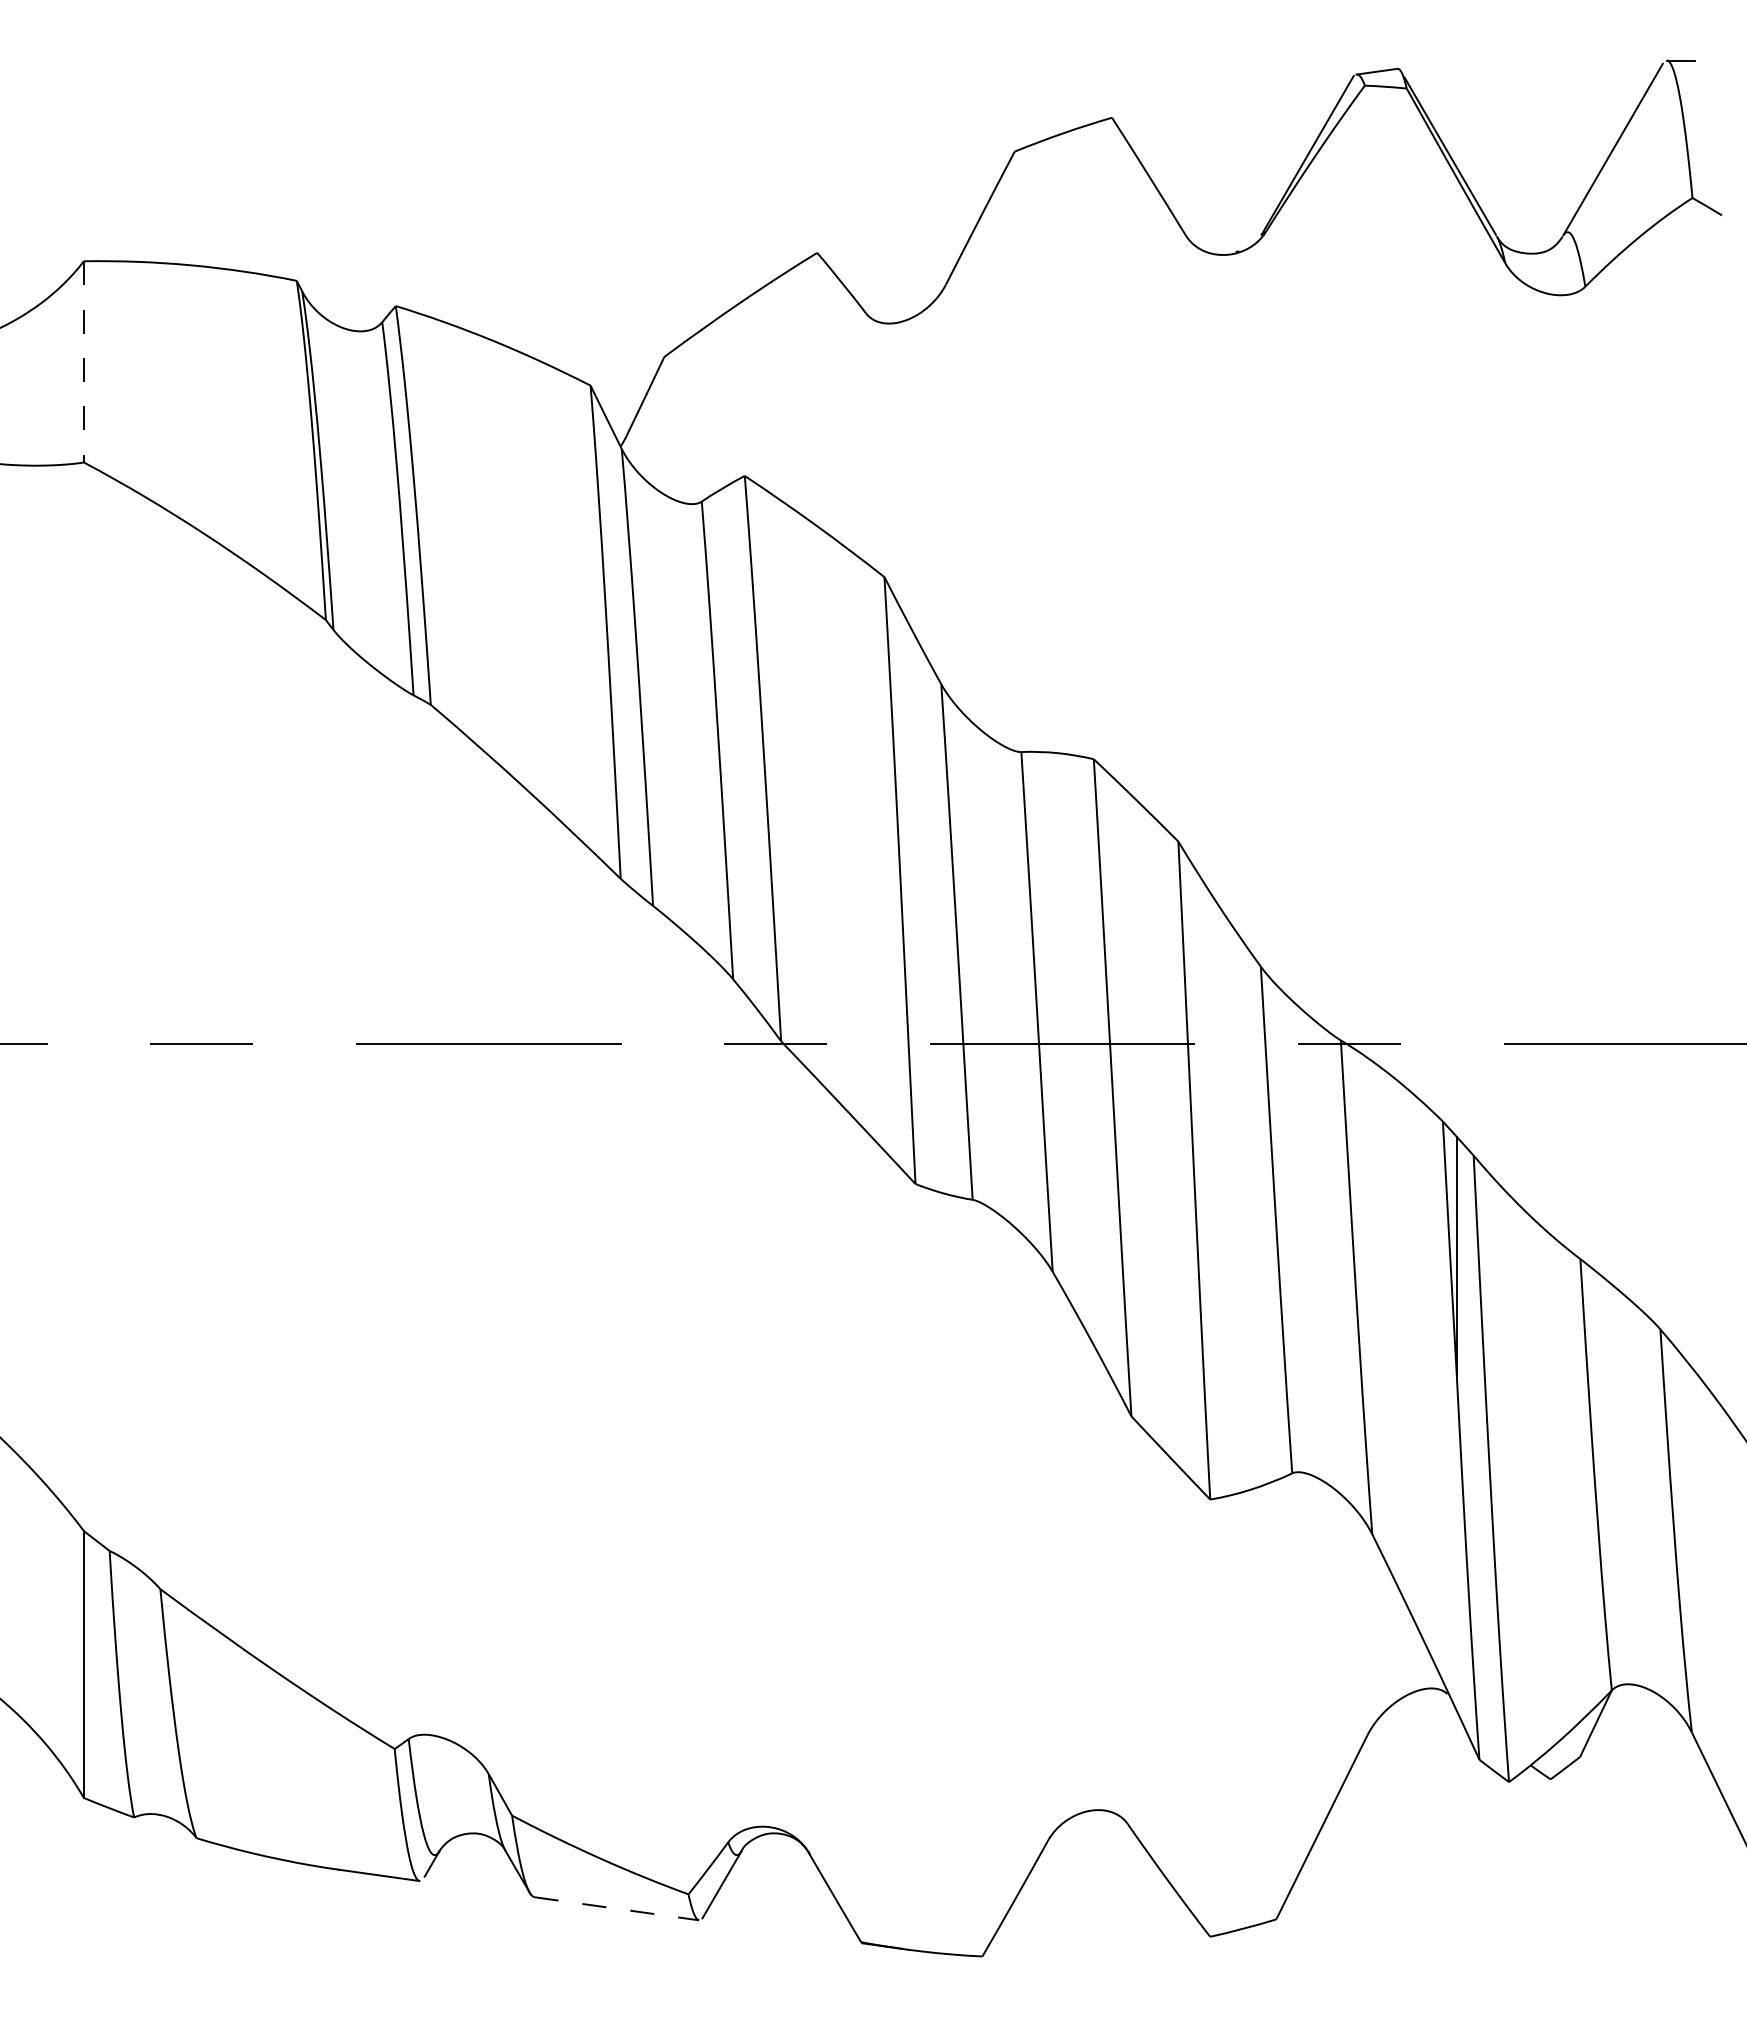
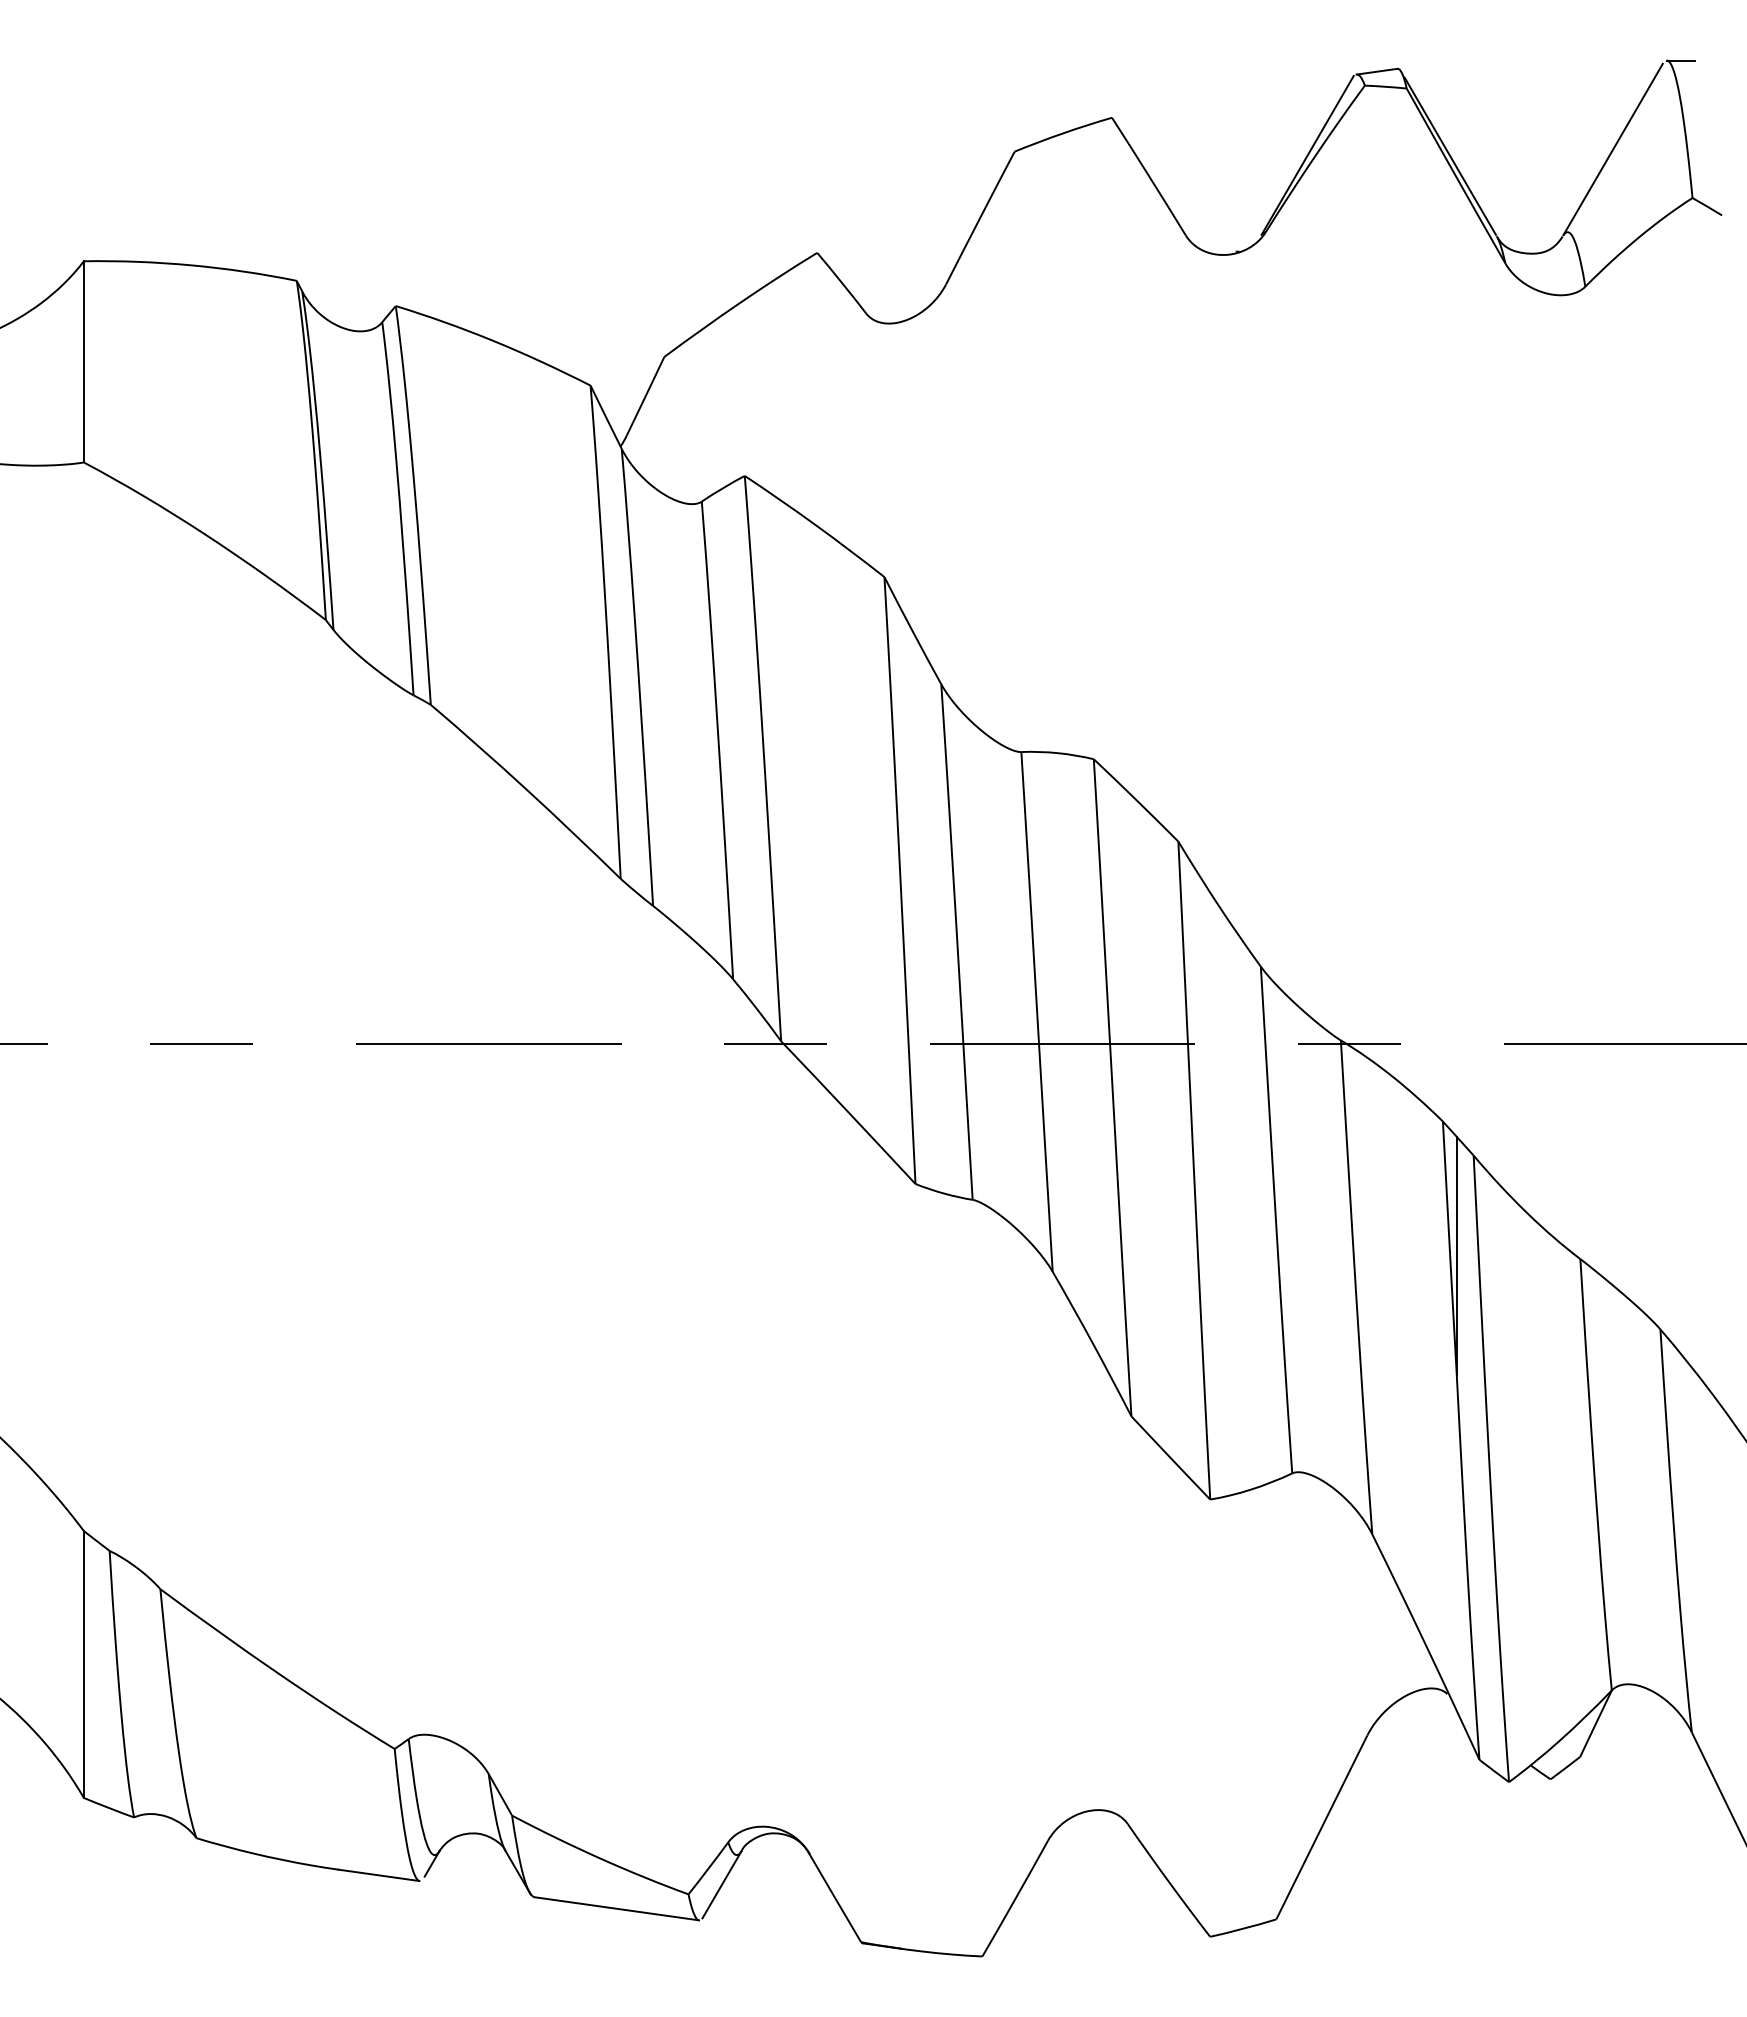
line at (83, 361): dashed -> solid
line at (617, 1908): dashed -> solid
